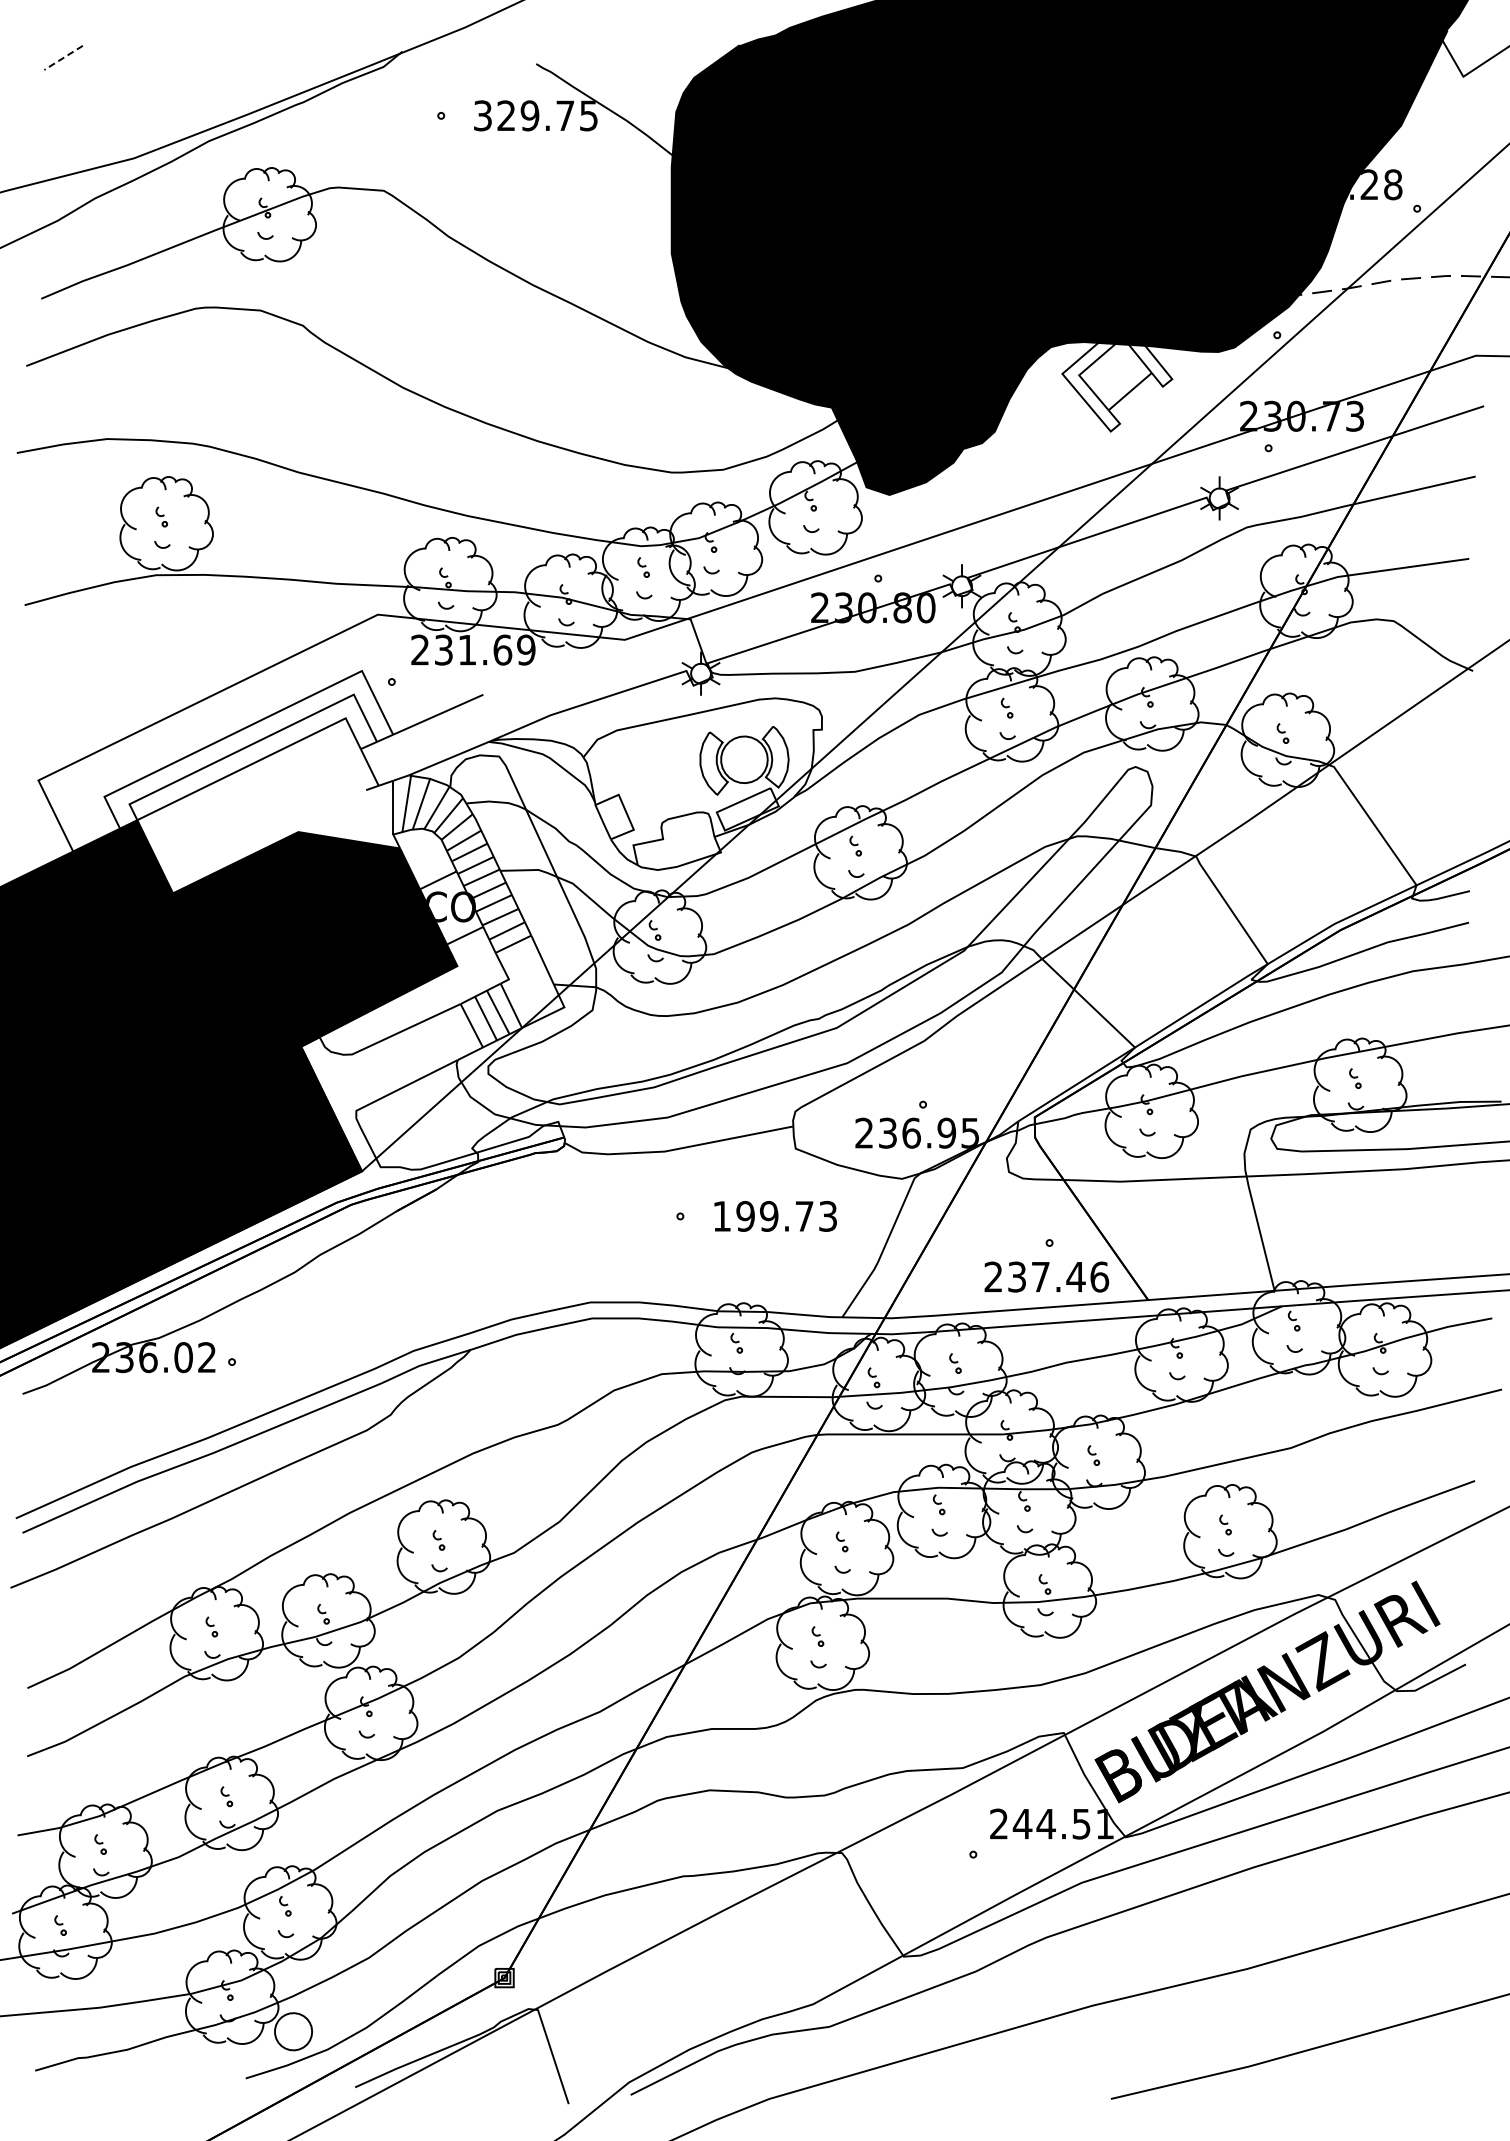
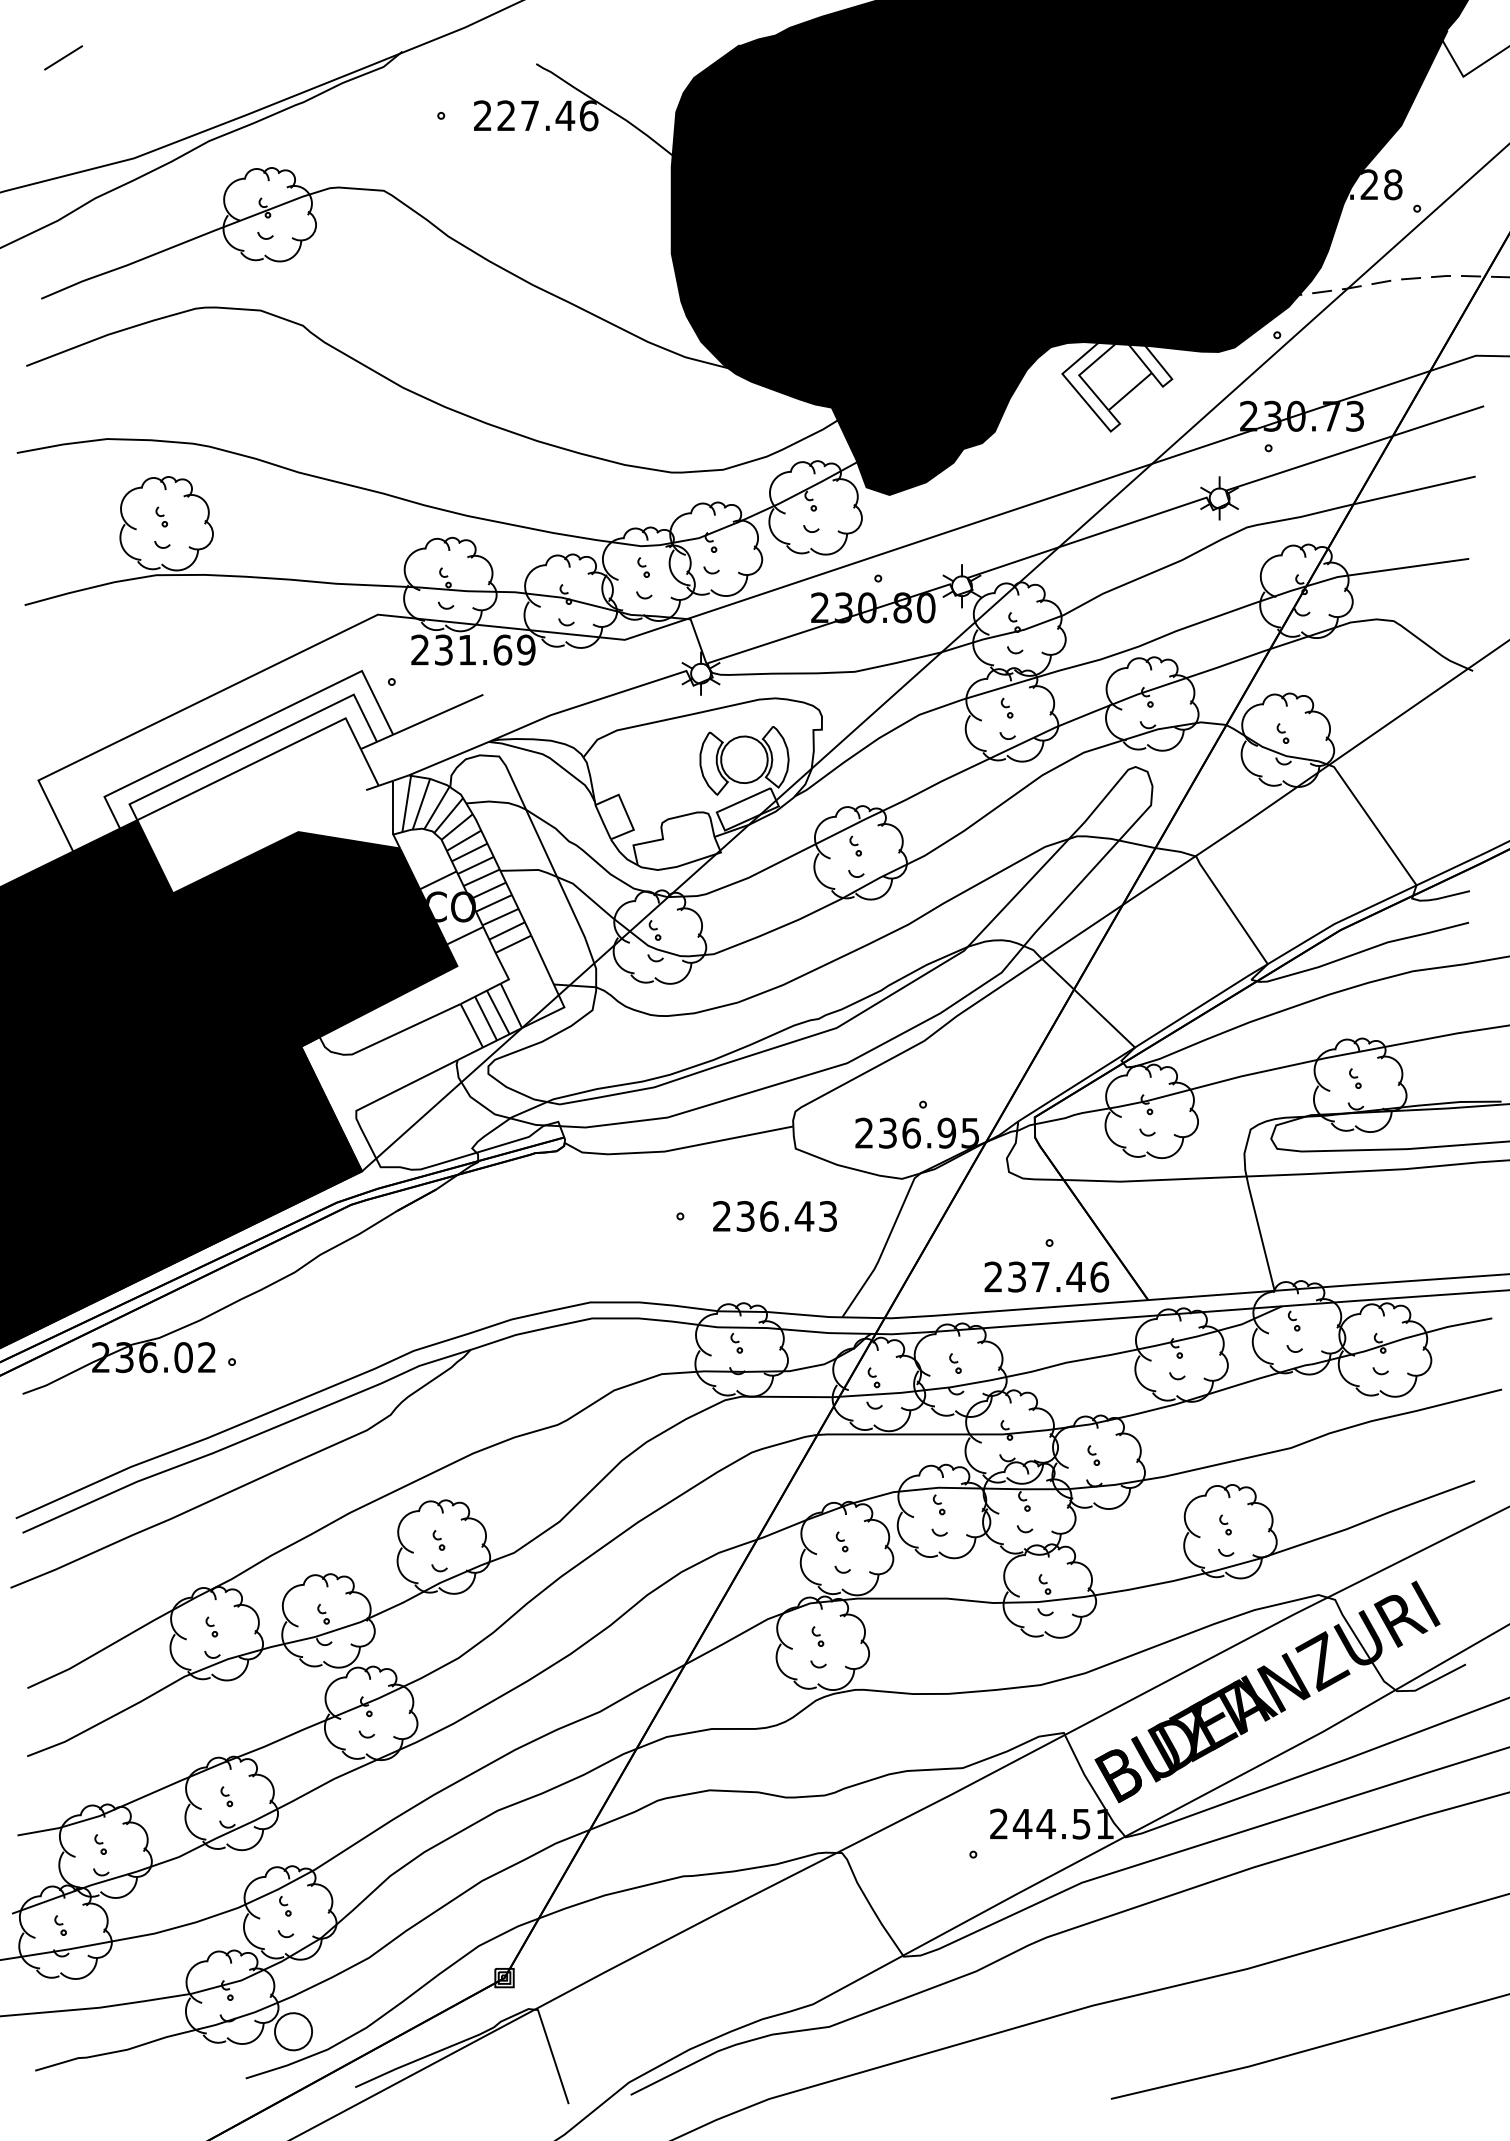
line at (63, 57): dashed -> solid
text at (536, 115): 329.75 -> 227.46
text at (763, 1216): 199.73 -> 236.43
